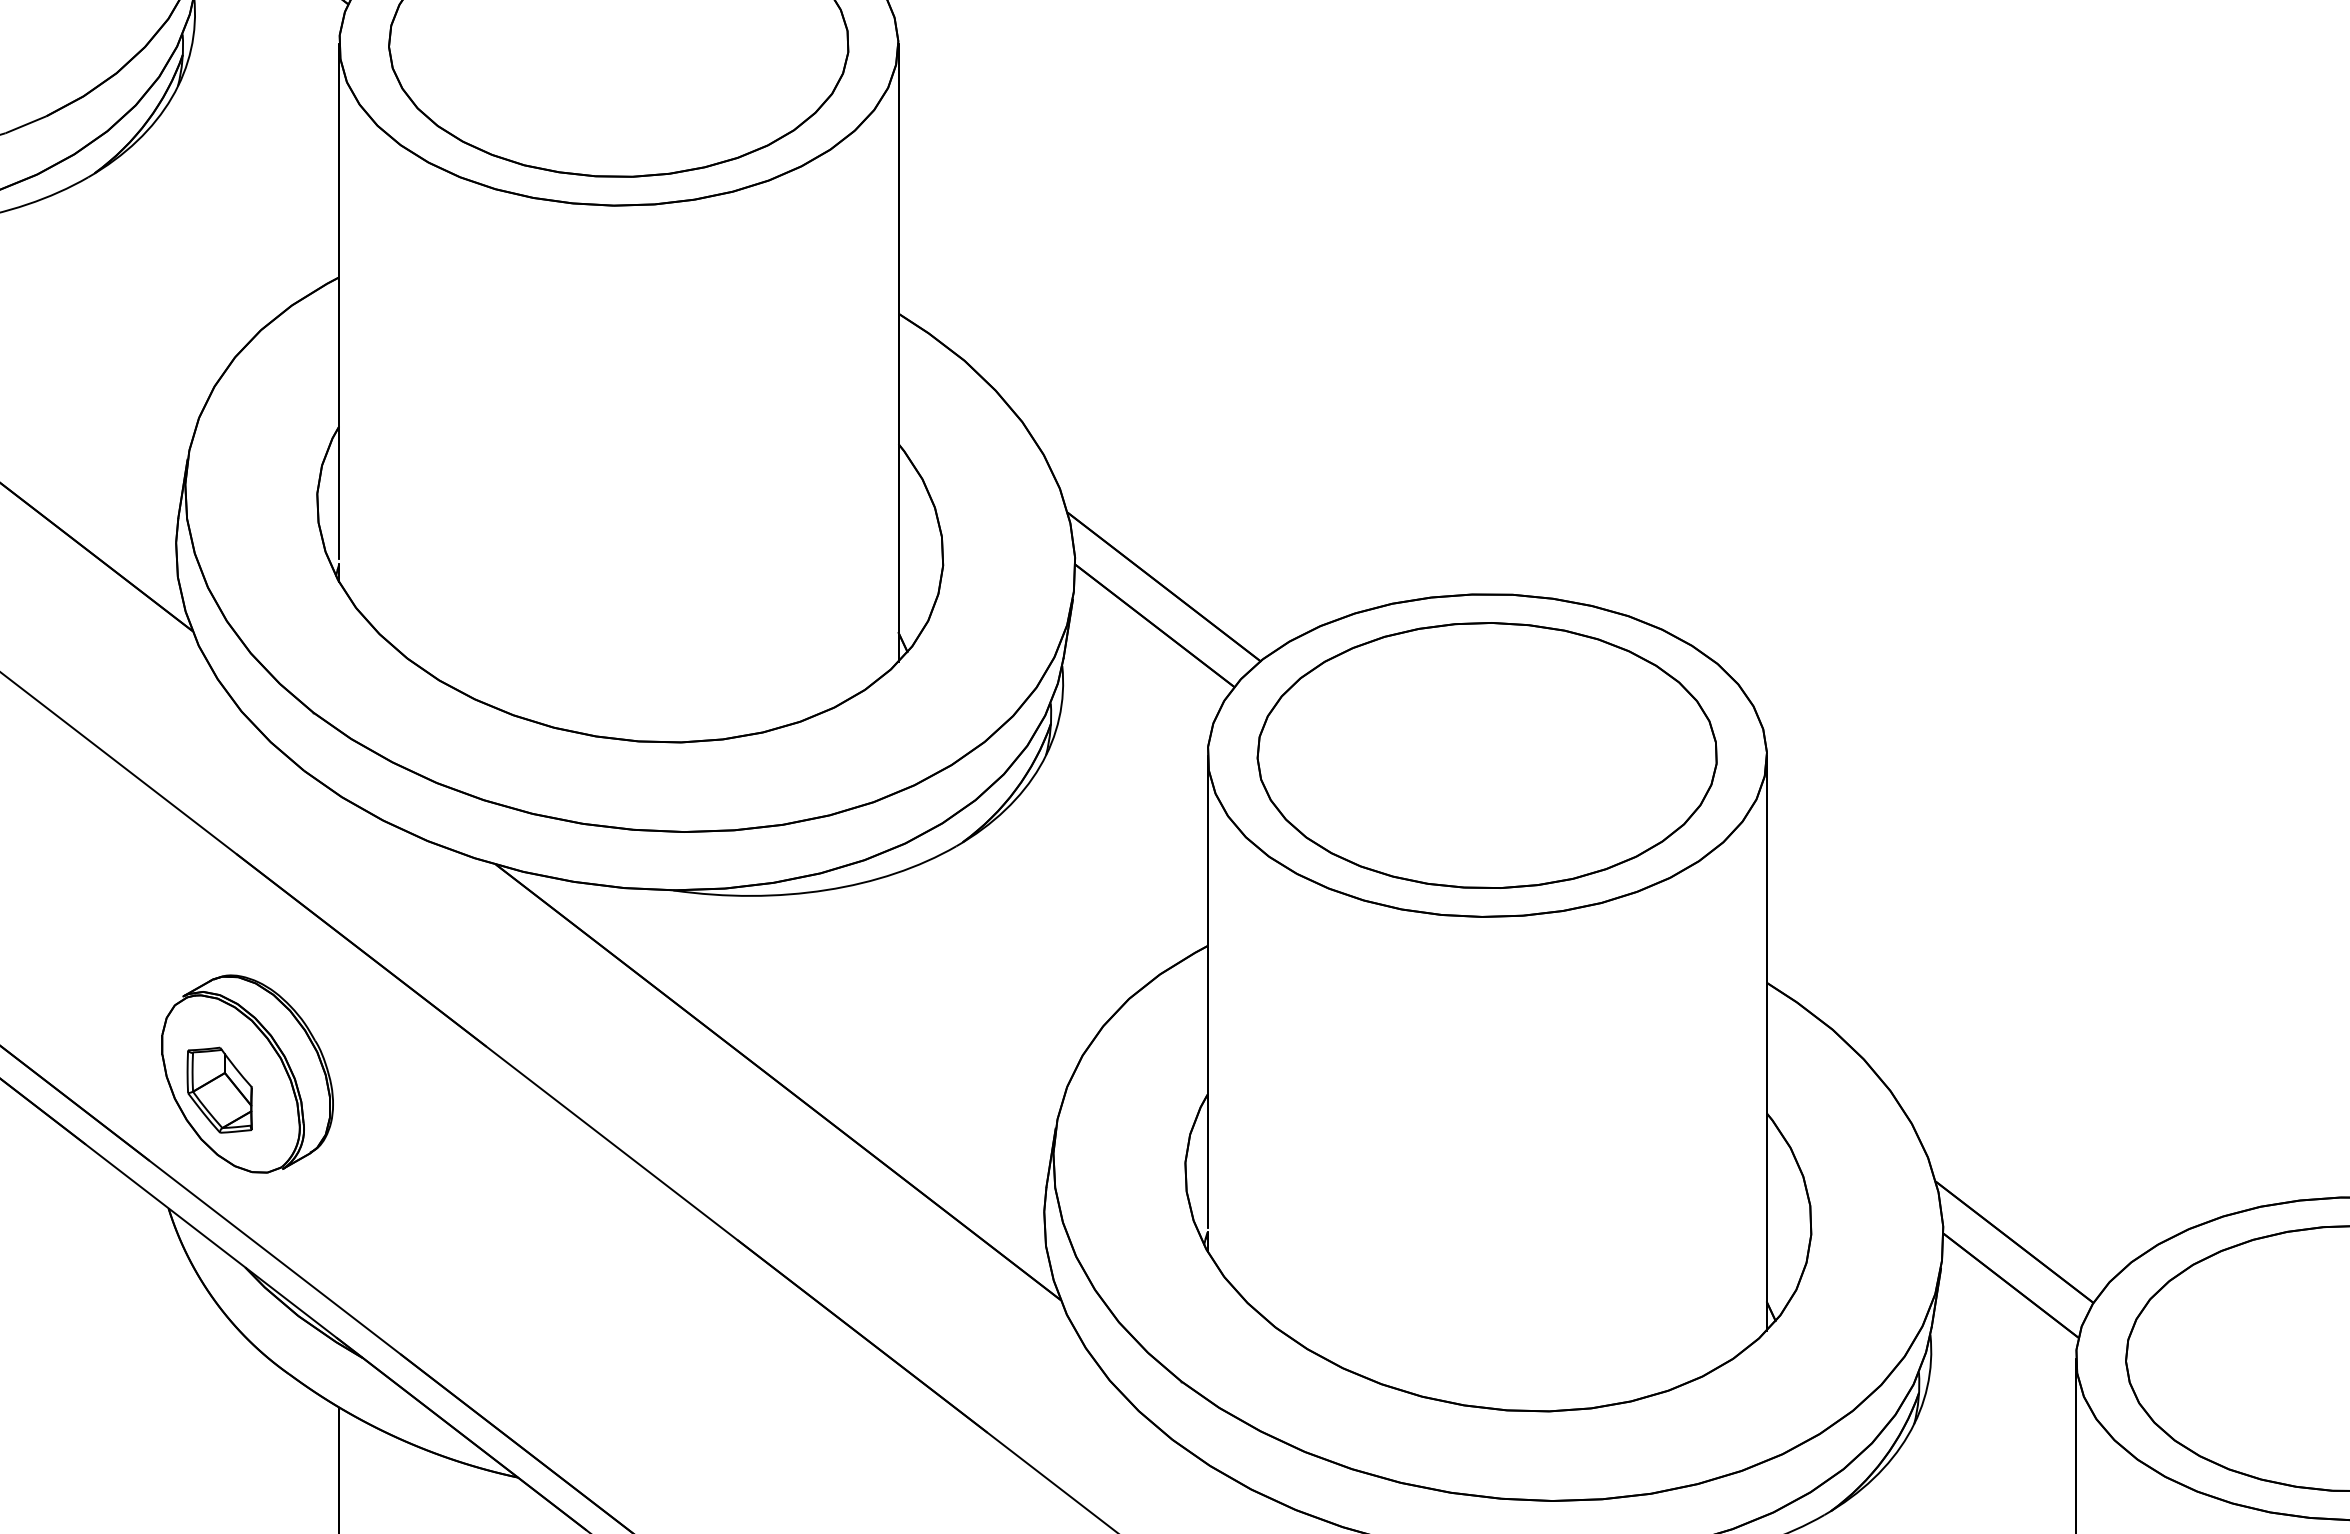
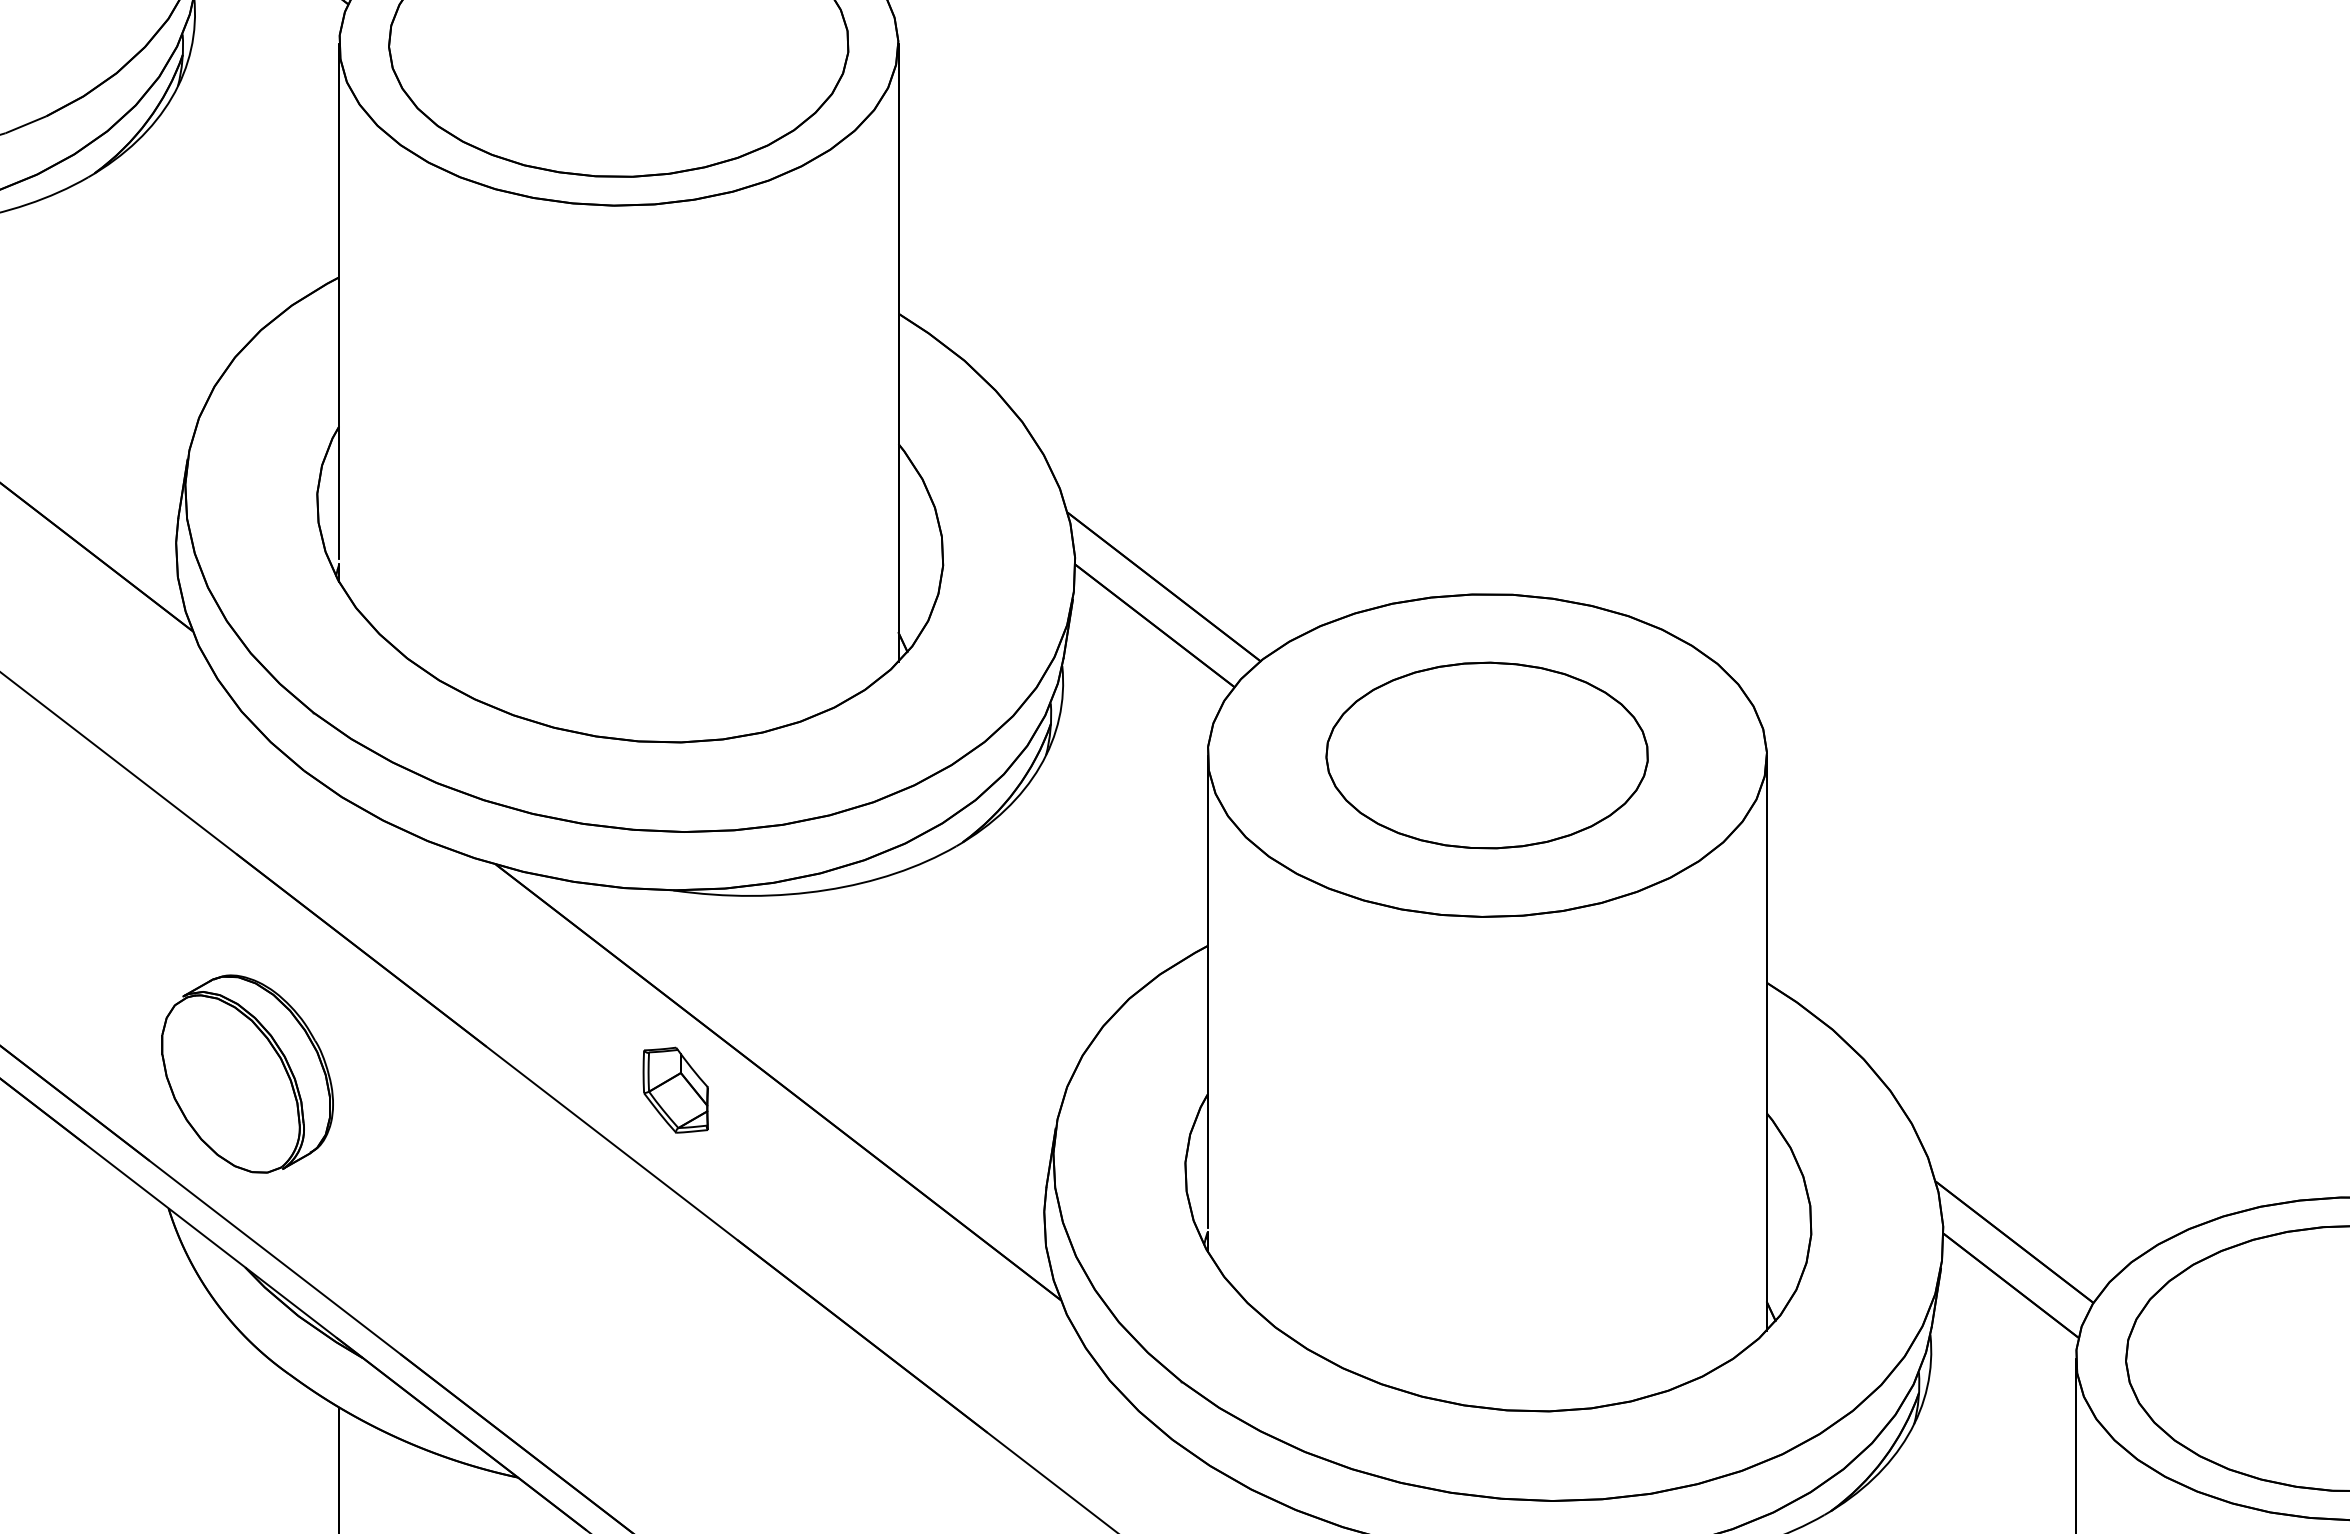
part at (1486, 755) size: 462x267 px -> 324x189 px
part at (219, 1089) position: (219, 1089) -> (675, 1089)
